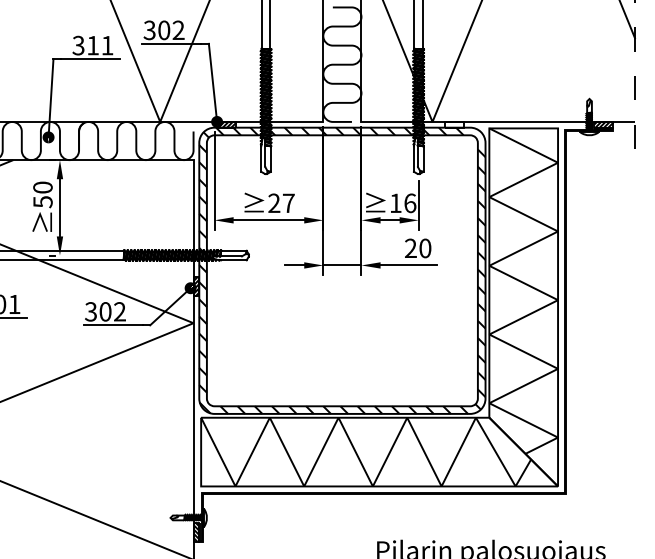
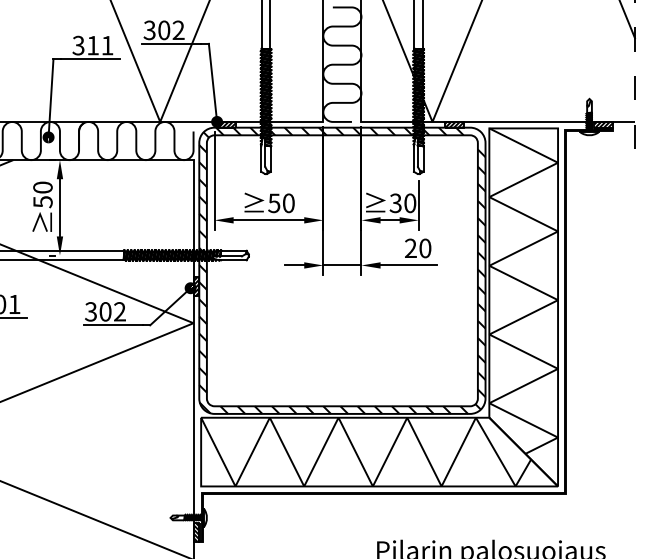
hatch at (453, 124): none -> present
text at (281, 203): 27 -> 50
text at (402, 203): 16 -> 30
